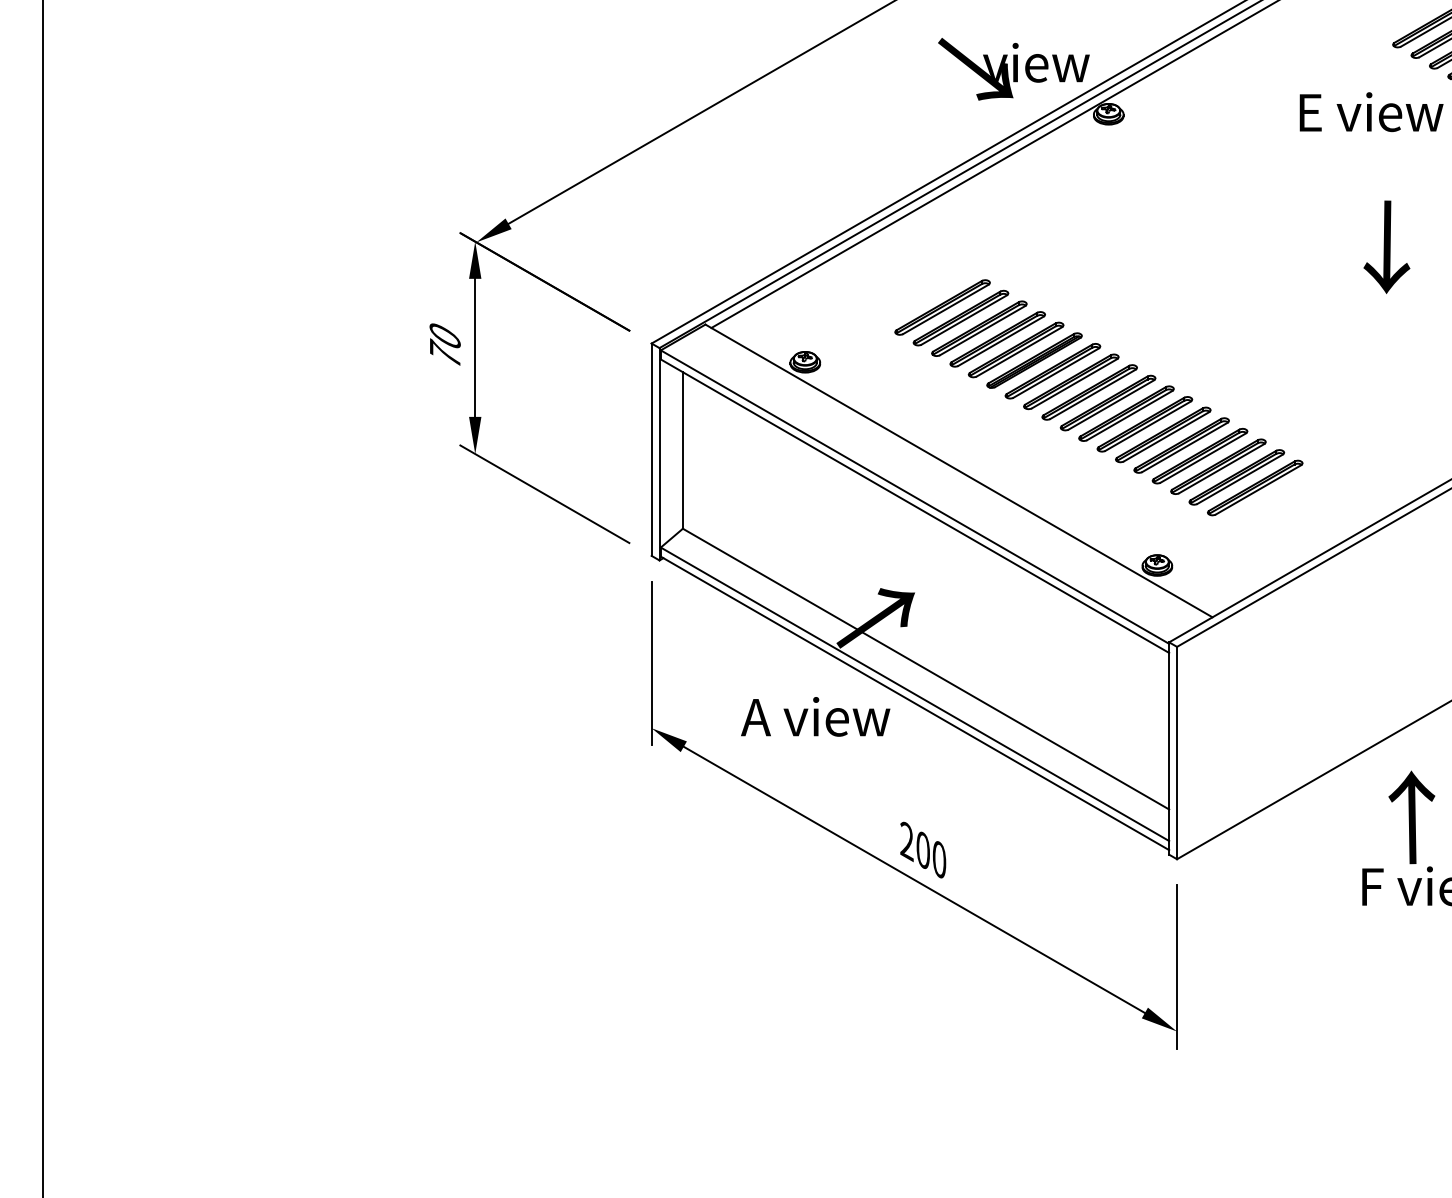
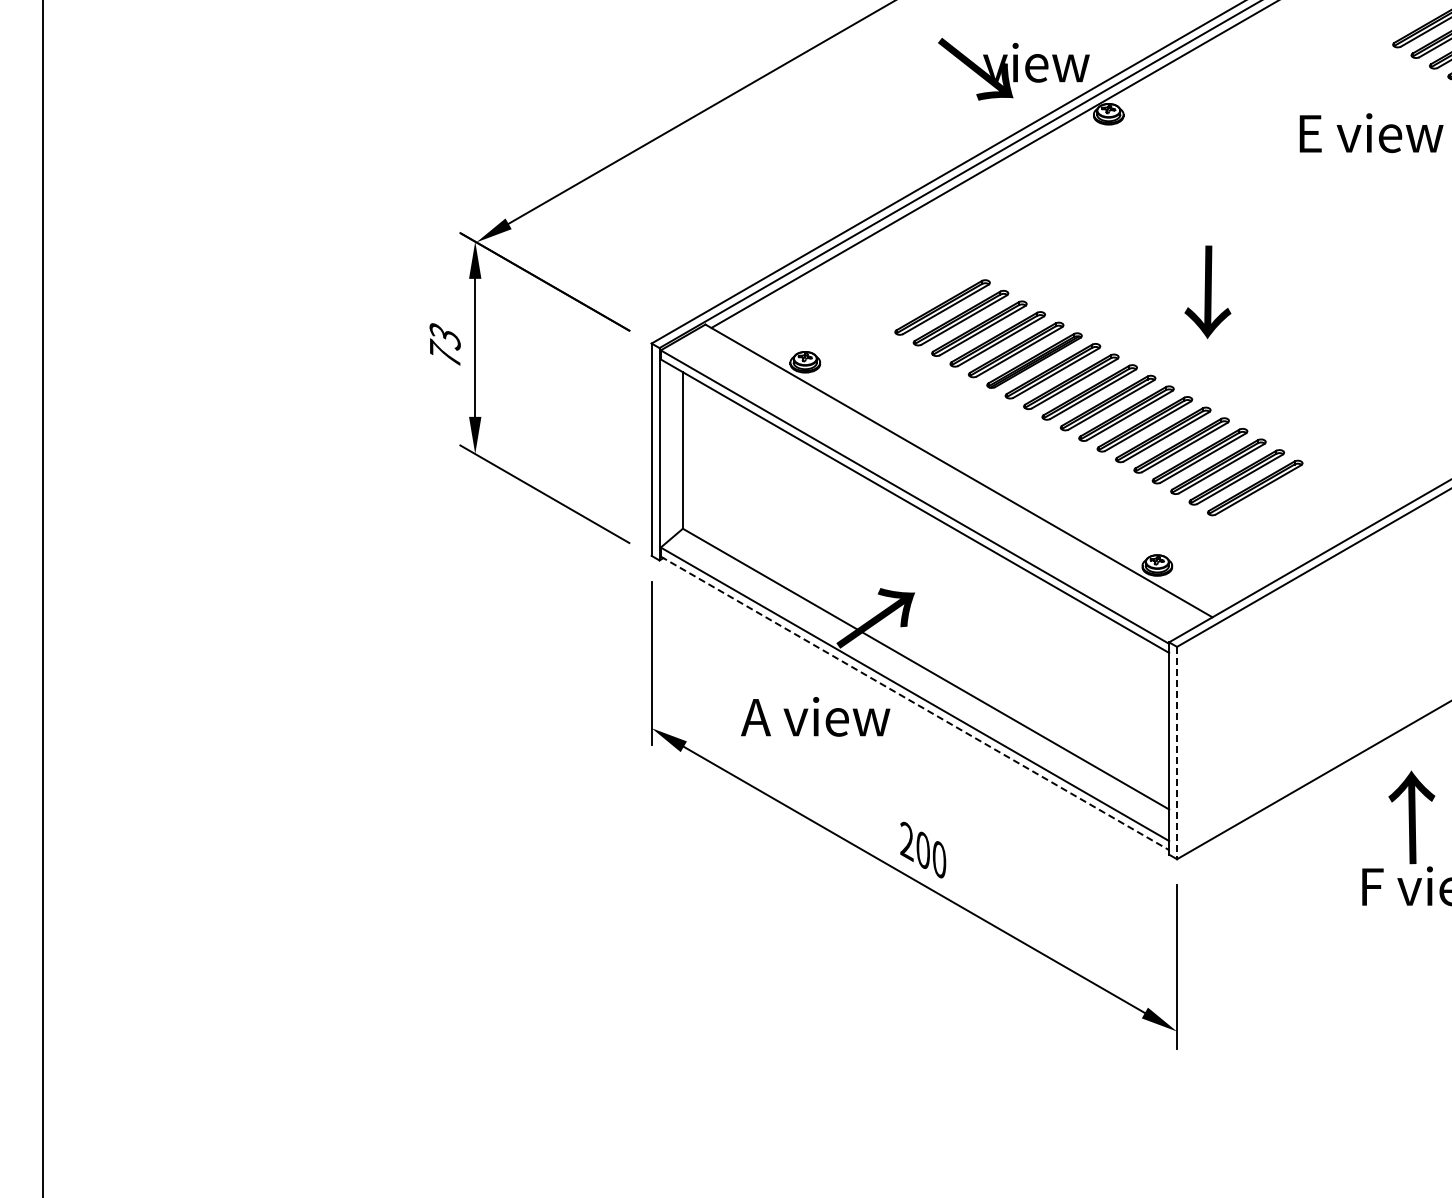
text at (1371, 112) position: (1371, 112) -> (1371, 133)
text at (1386, 246) position: (1386, 246) -> (1207, 291)
text at (444, 336): 70 -> 73
line at (915, 703): solid -> dashed
line at (1177, 753): solid -> dashed
